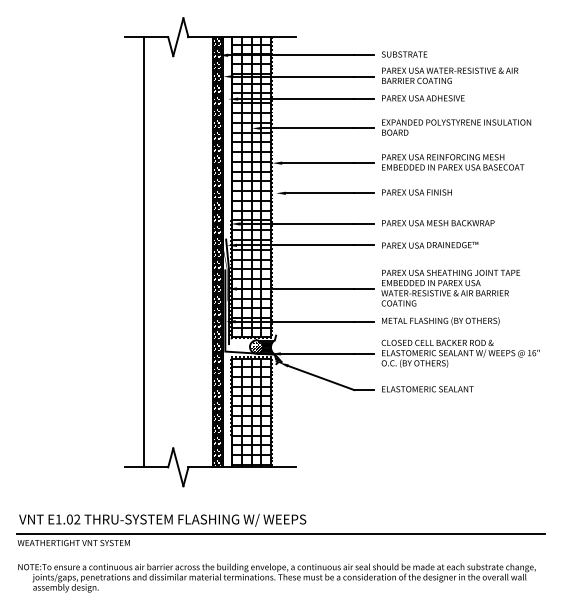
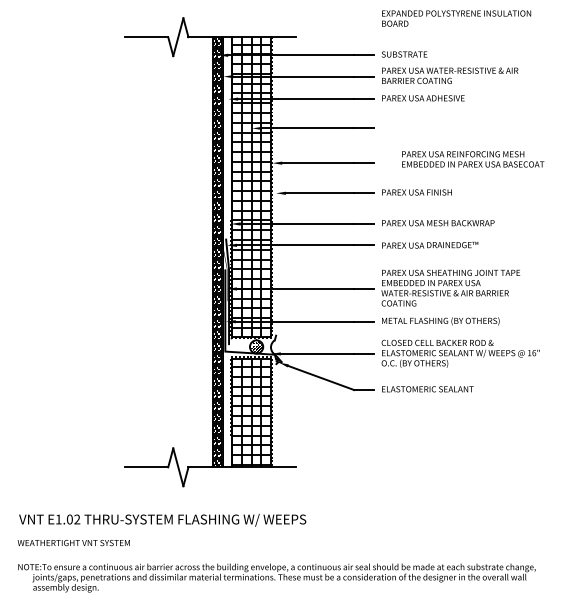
text at (456, 127) position: (456, 127) -> (456, 18)
text at (453, 162) position: (453, 162) -> (473, 159)
line at (144, 252): present -> none
hatch at (265, 347): present -> none
line at (280, 533): present -> none
